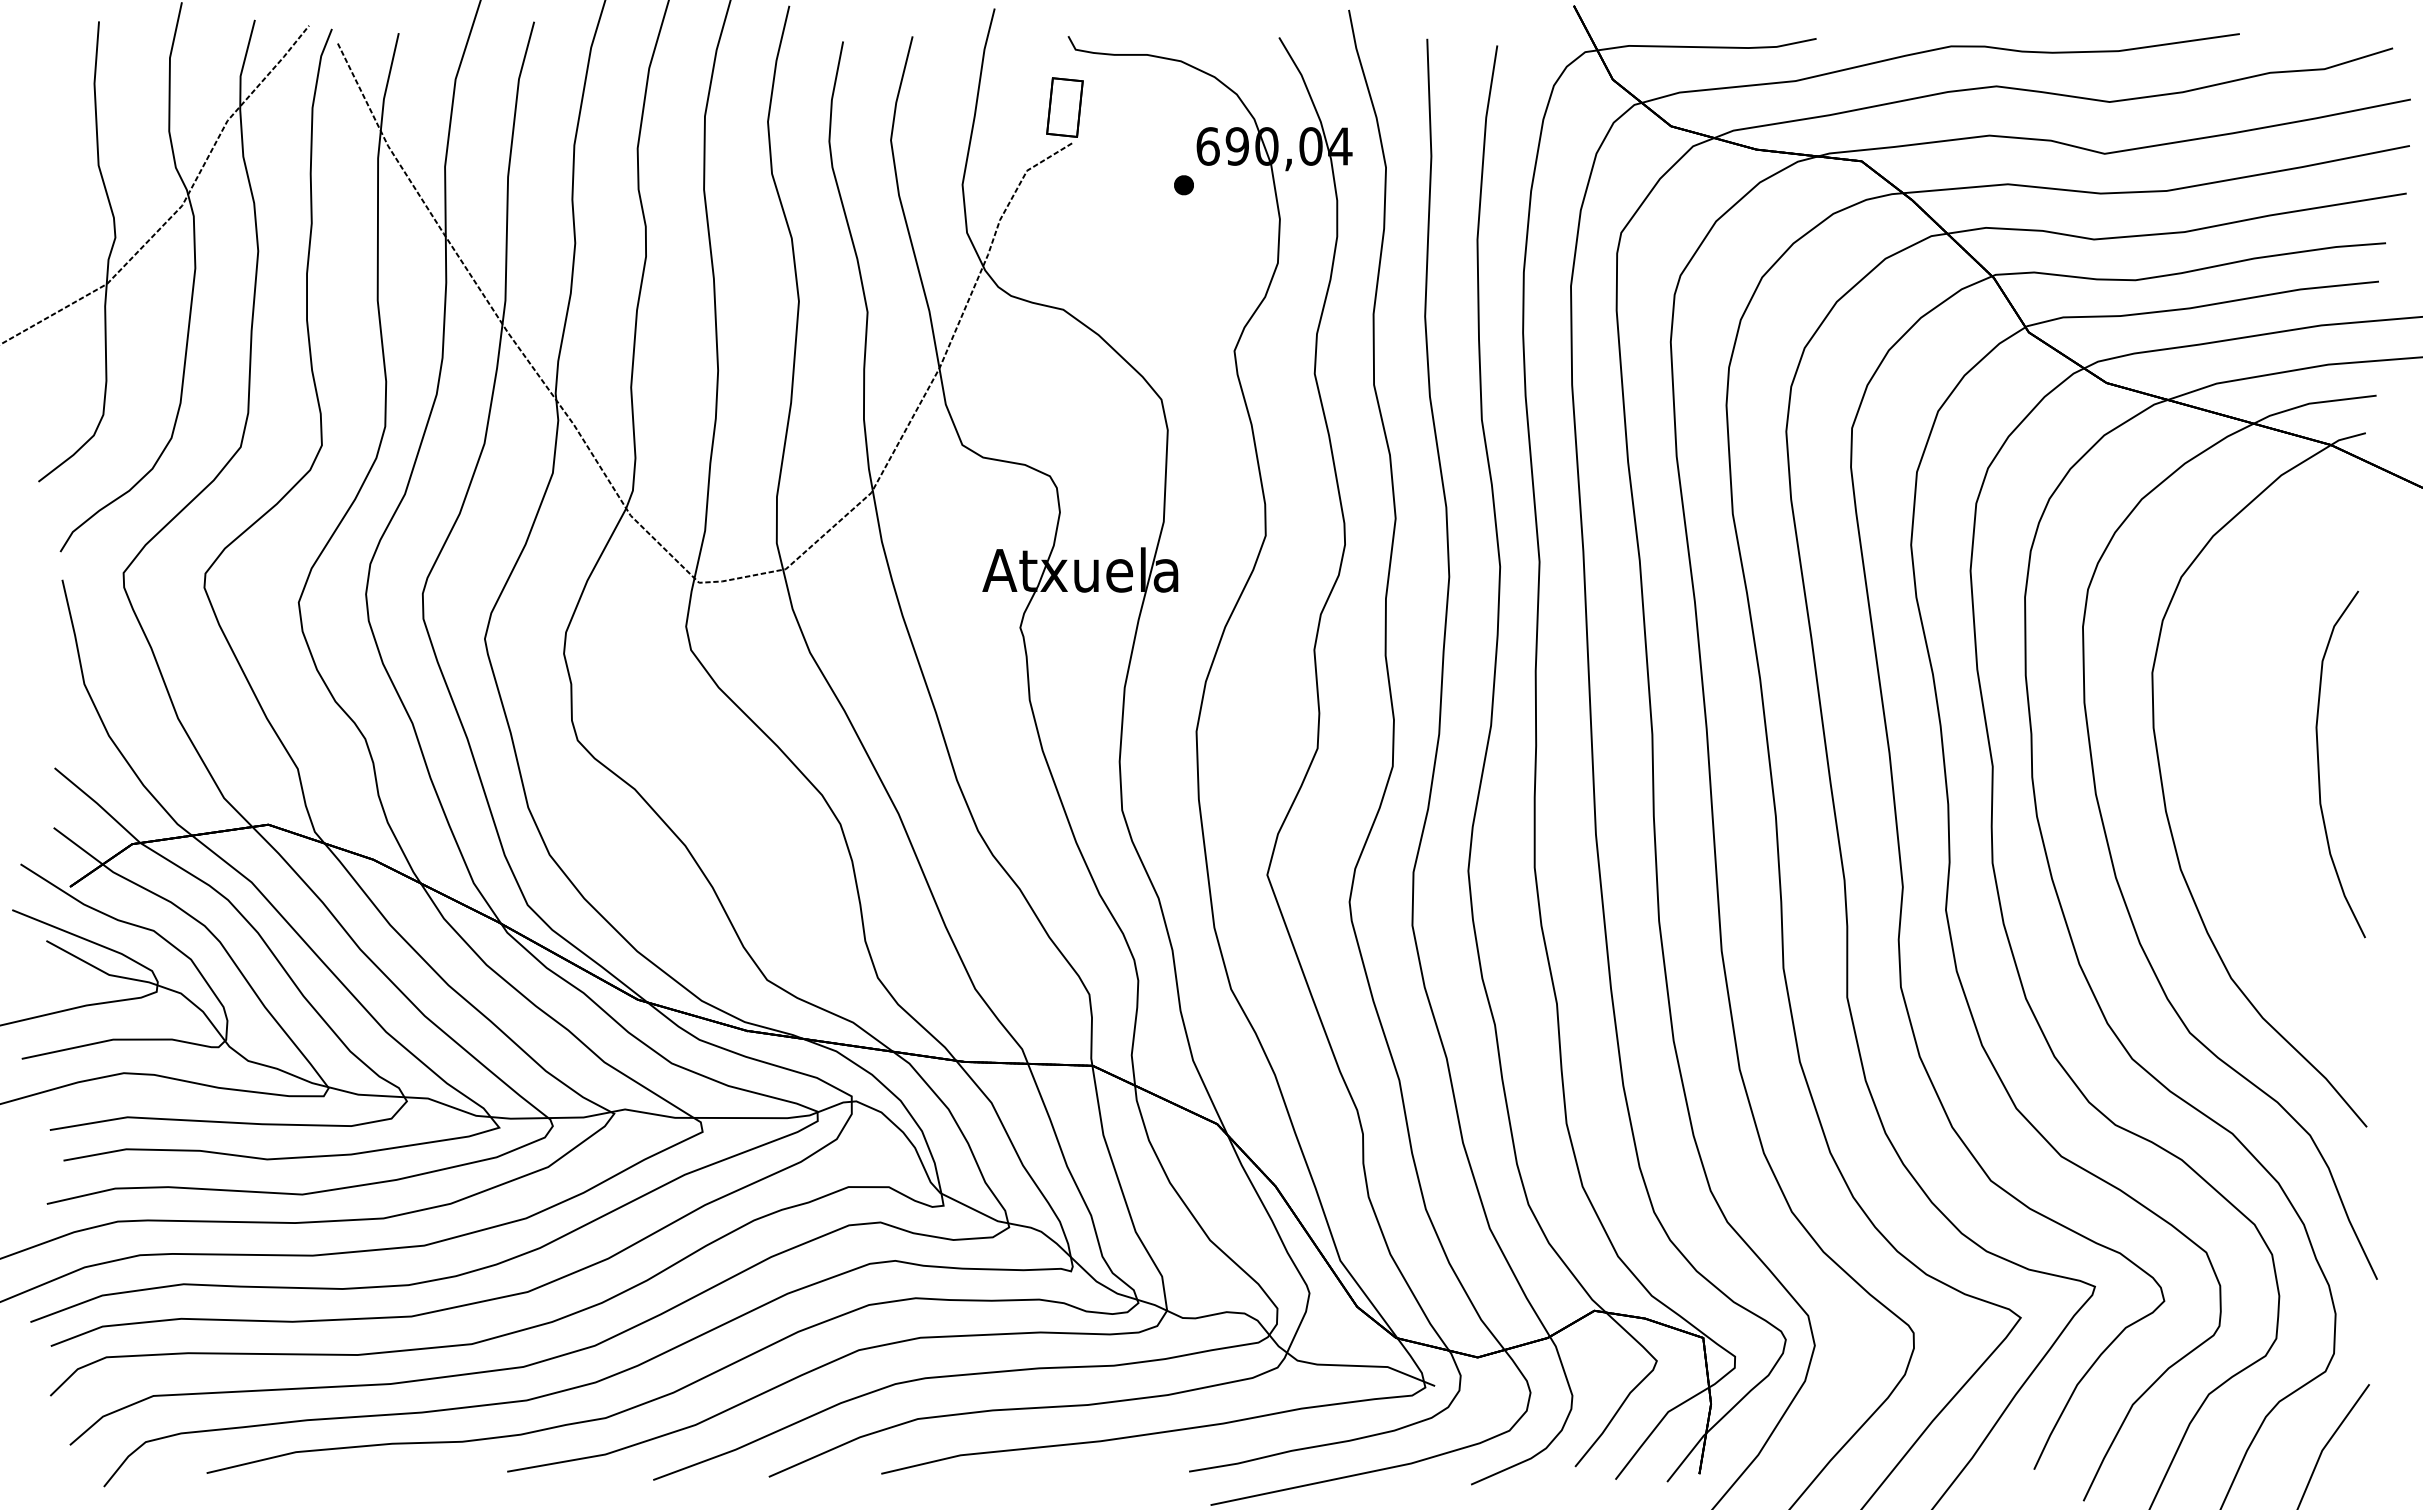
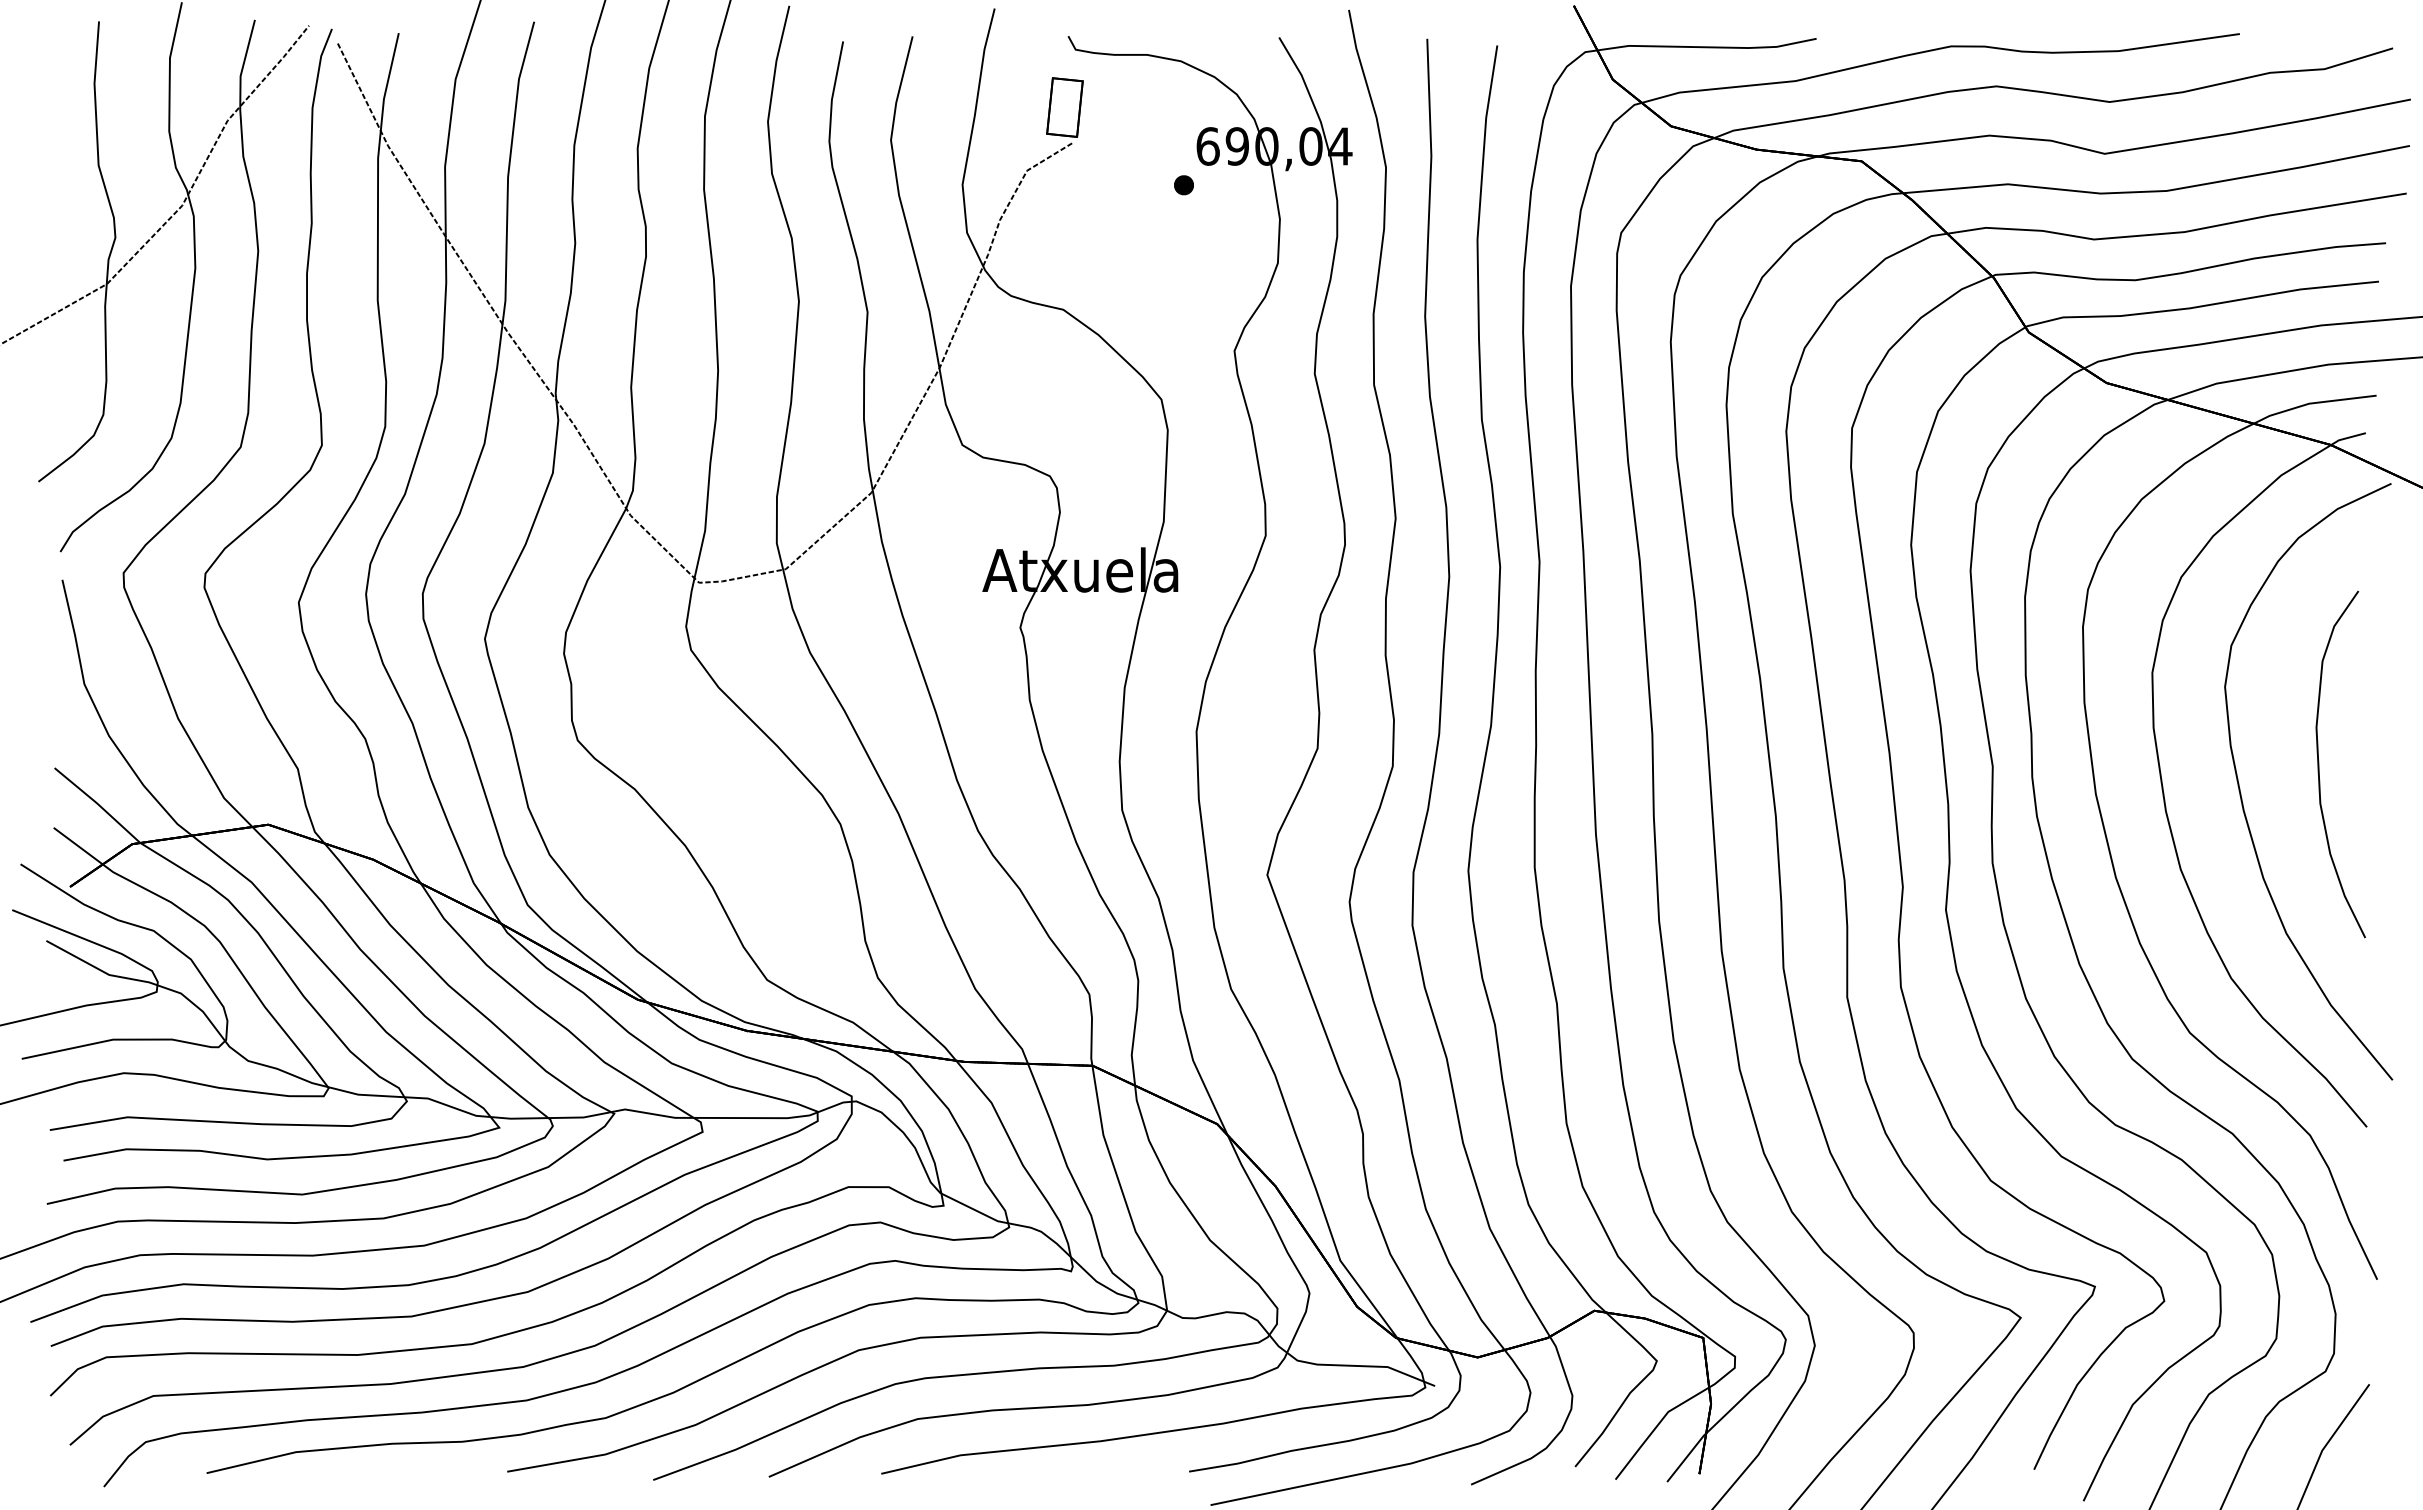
curve at (2241, 793): none -> present
